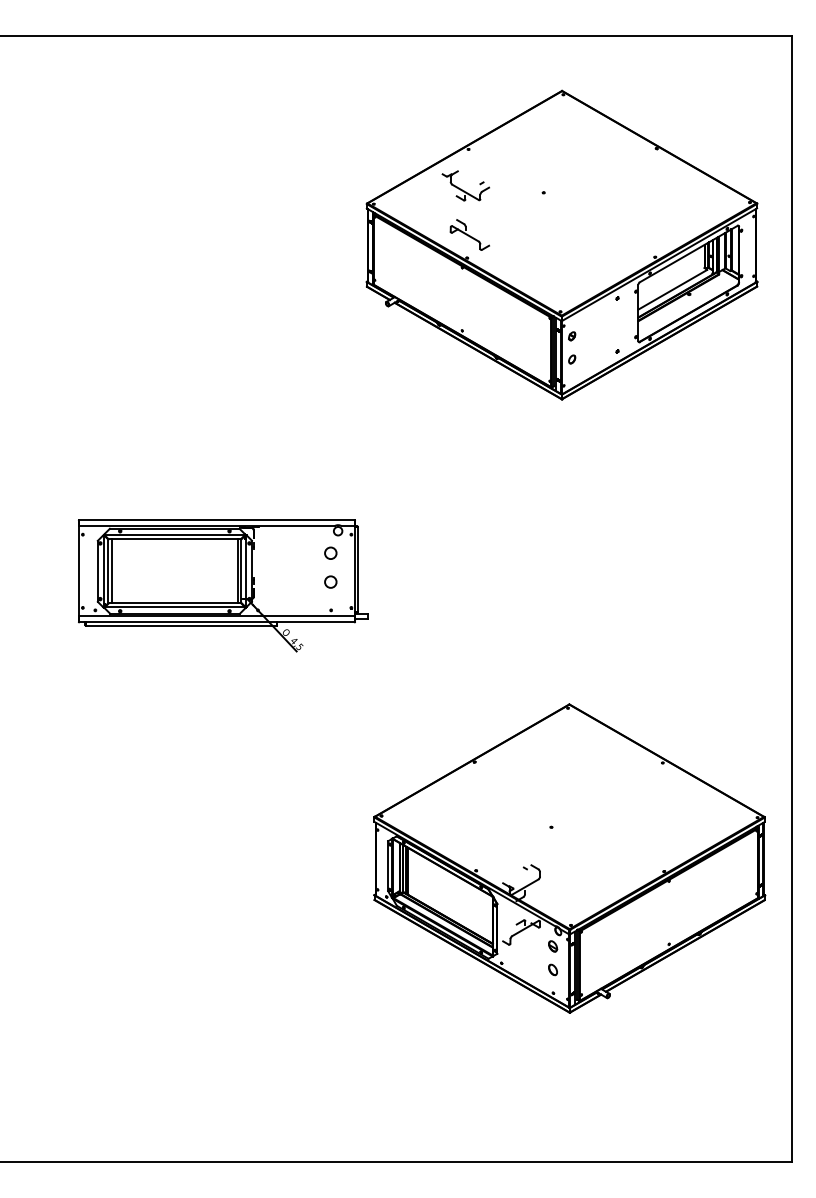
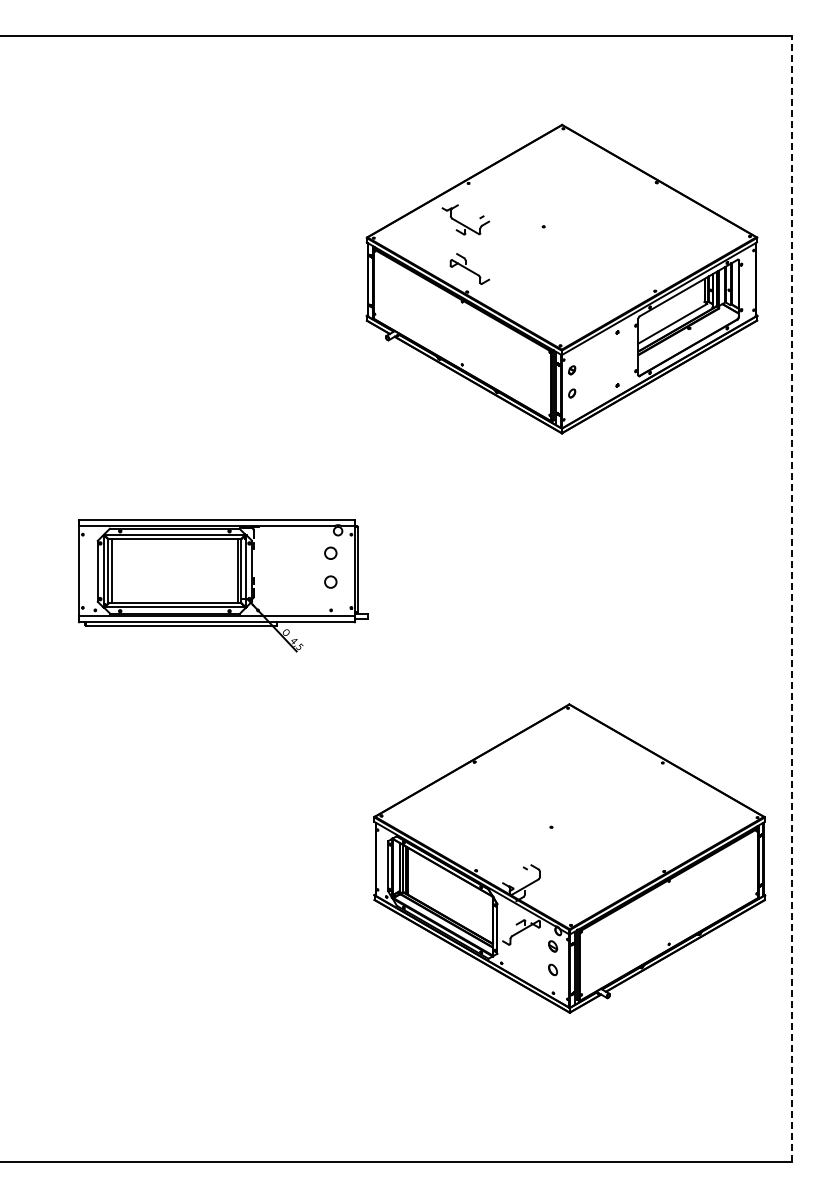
part at (561, 244) position: (561, 244) -> (561, 278)
line at (791, 598): solid -> dashed
